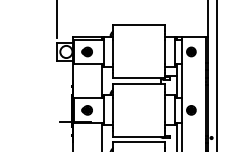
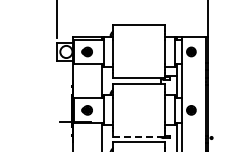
line at (216, 75): present -> none
line at (139, 136): solid -> dashed
